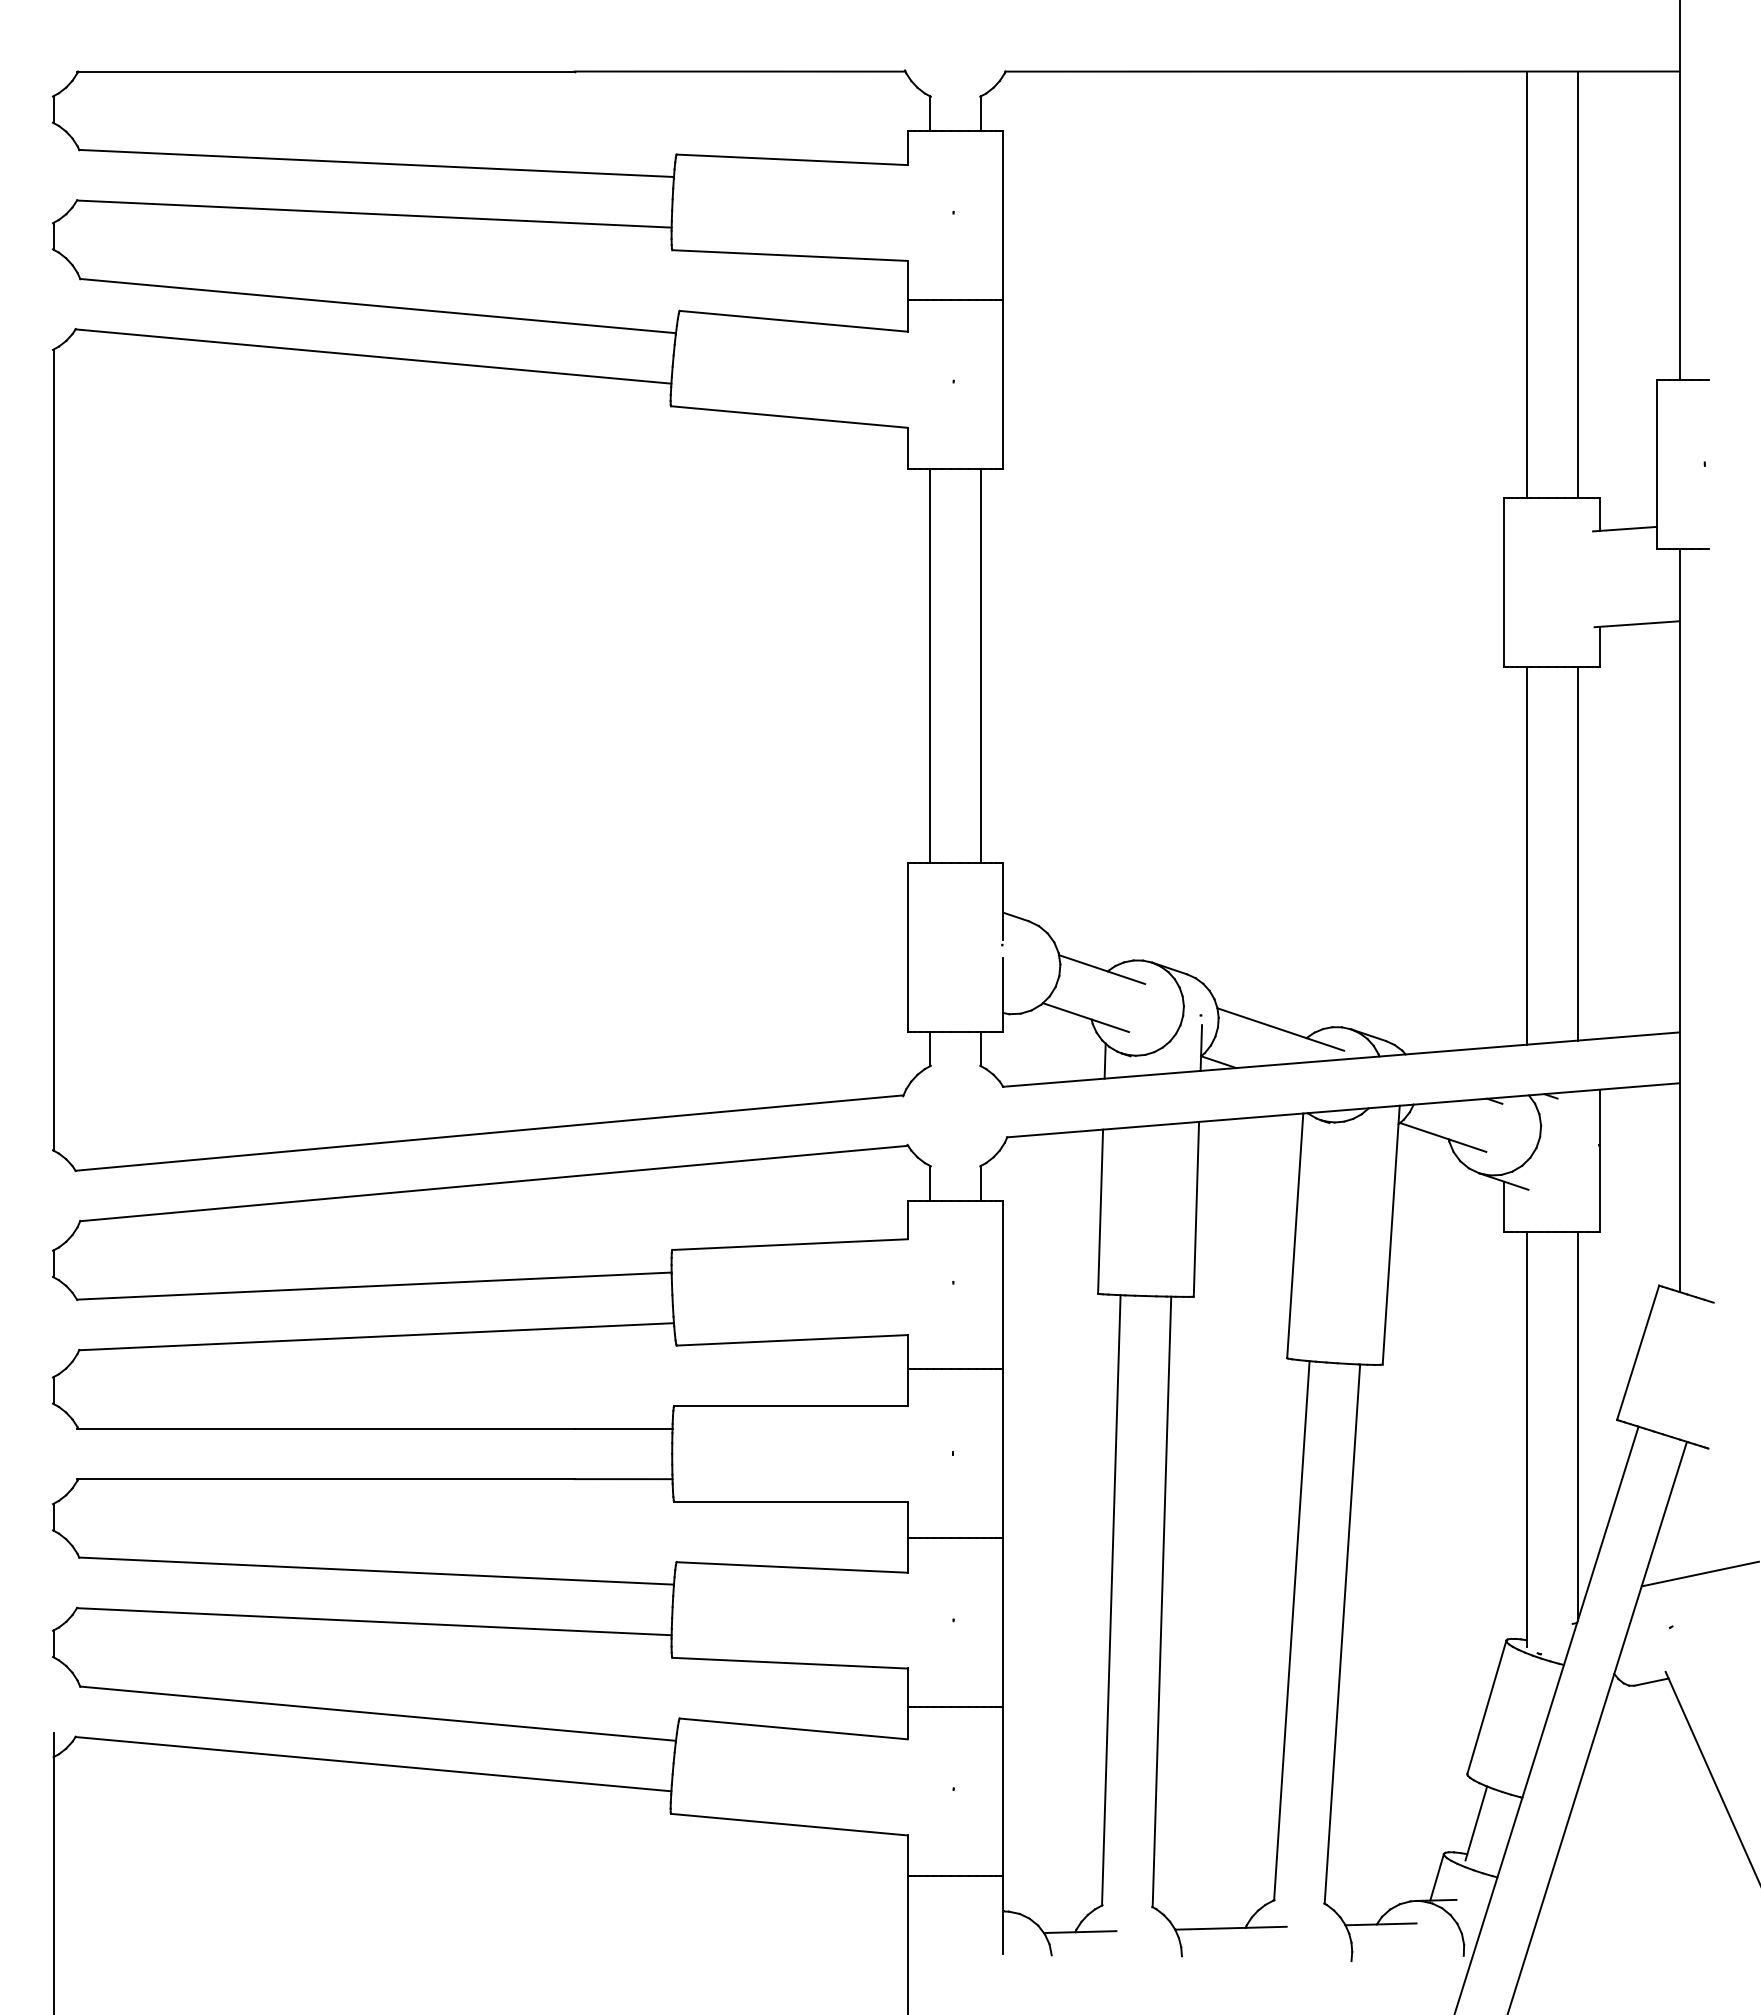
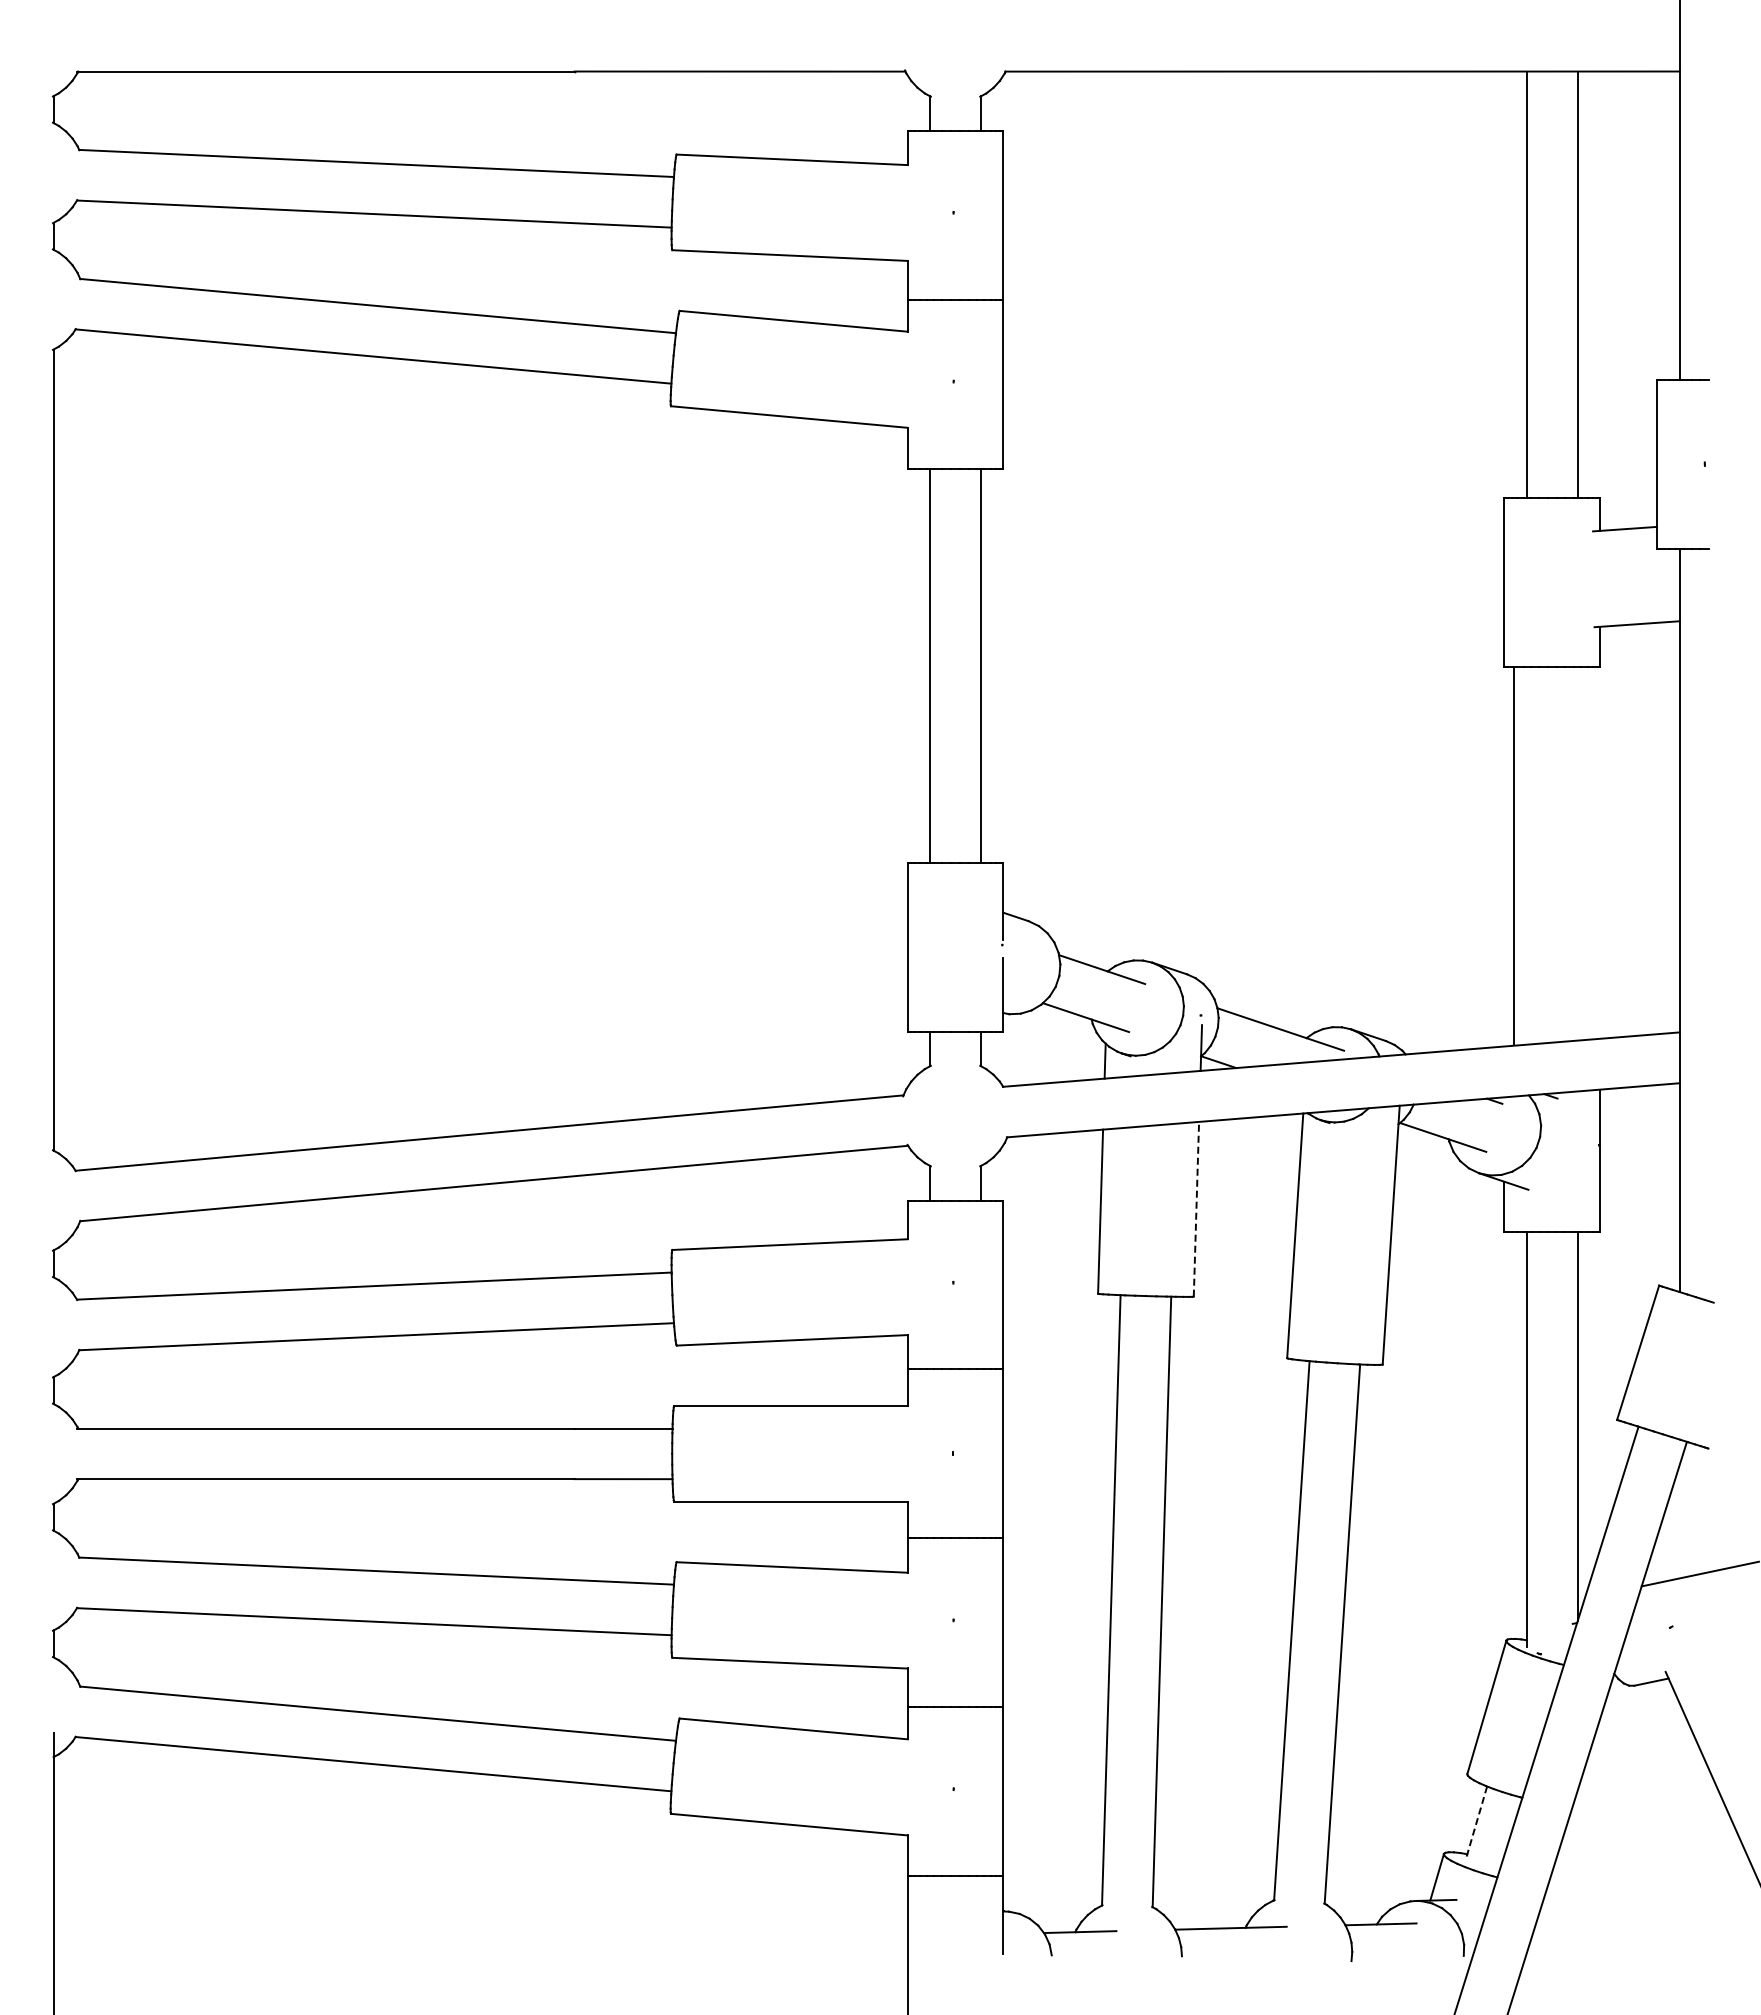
line at (1577, 853): present -> none
line at (1527, 855) position: (1527, 855) -> (1514, 855)
line at (1196, 1208): solid -> dashed
line at (1476, 1823): solid -> dashed
